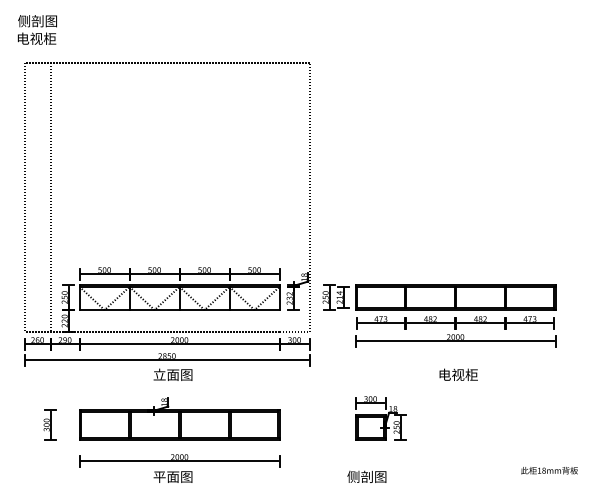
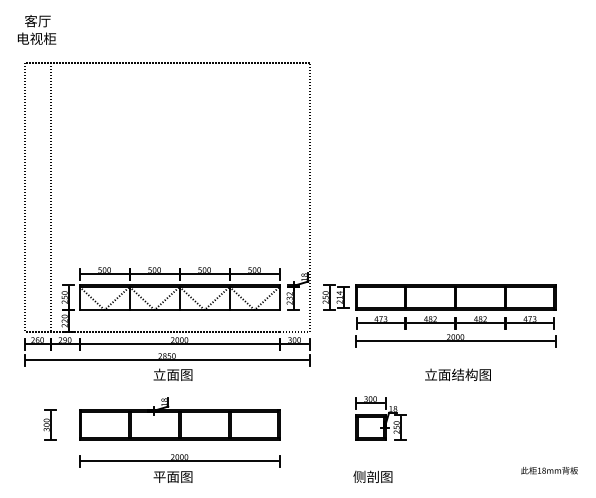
text at (37, 21): 侧剖图 -> 客厅
text at (457, 374): 电视柜 -> 立面结构图
text at (366, 476) position: (366, 476) -> (372, 476)
